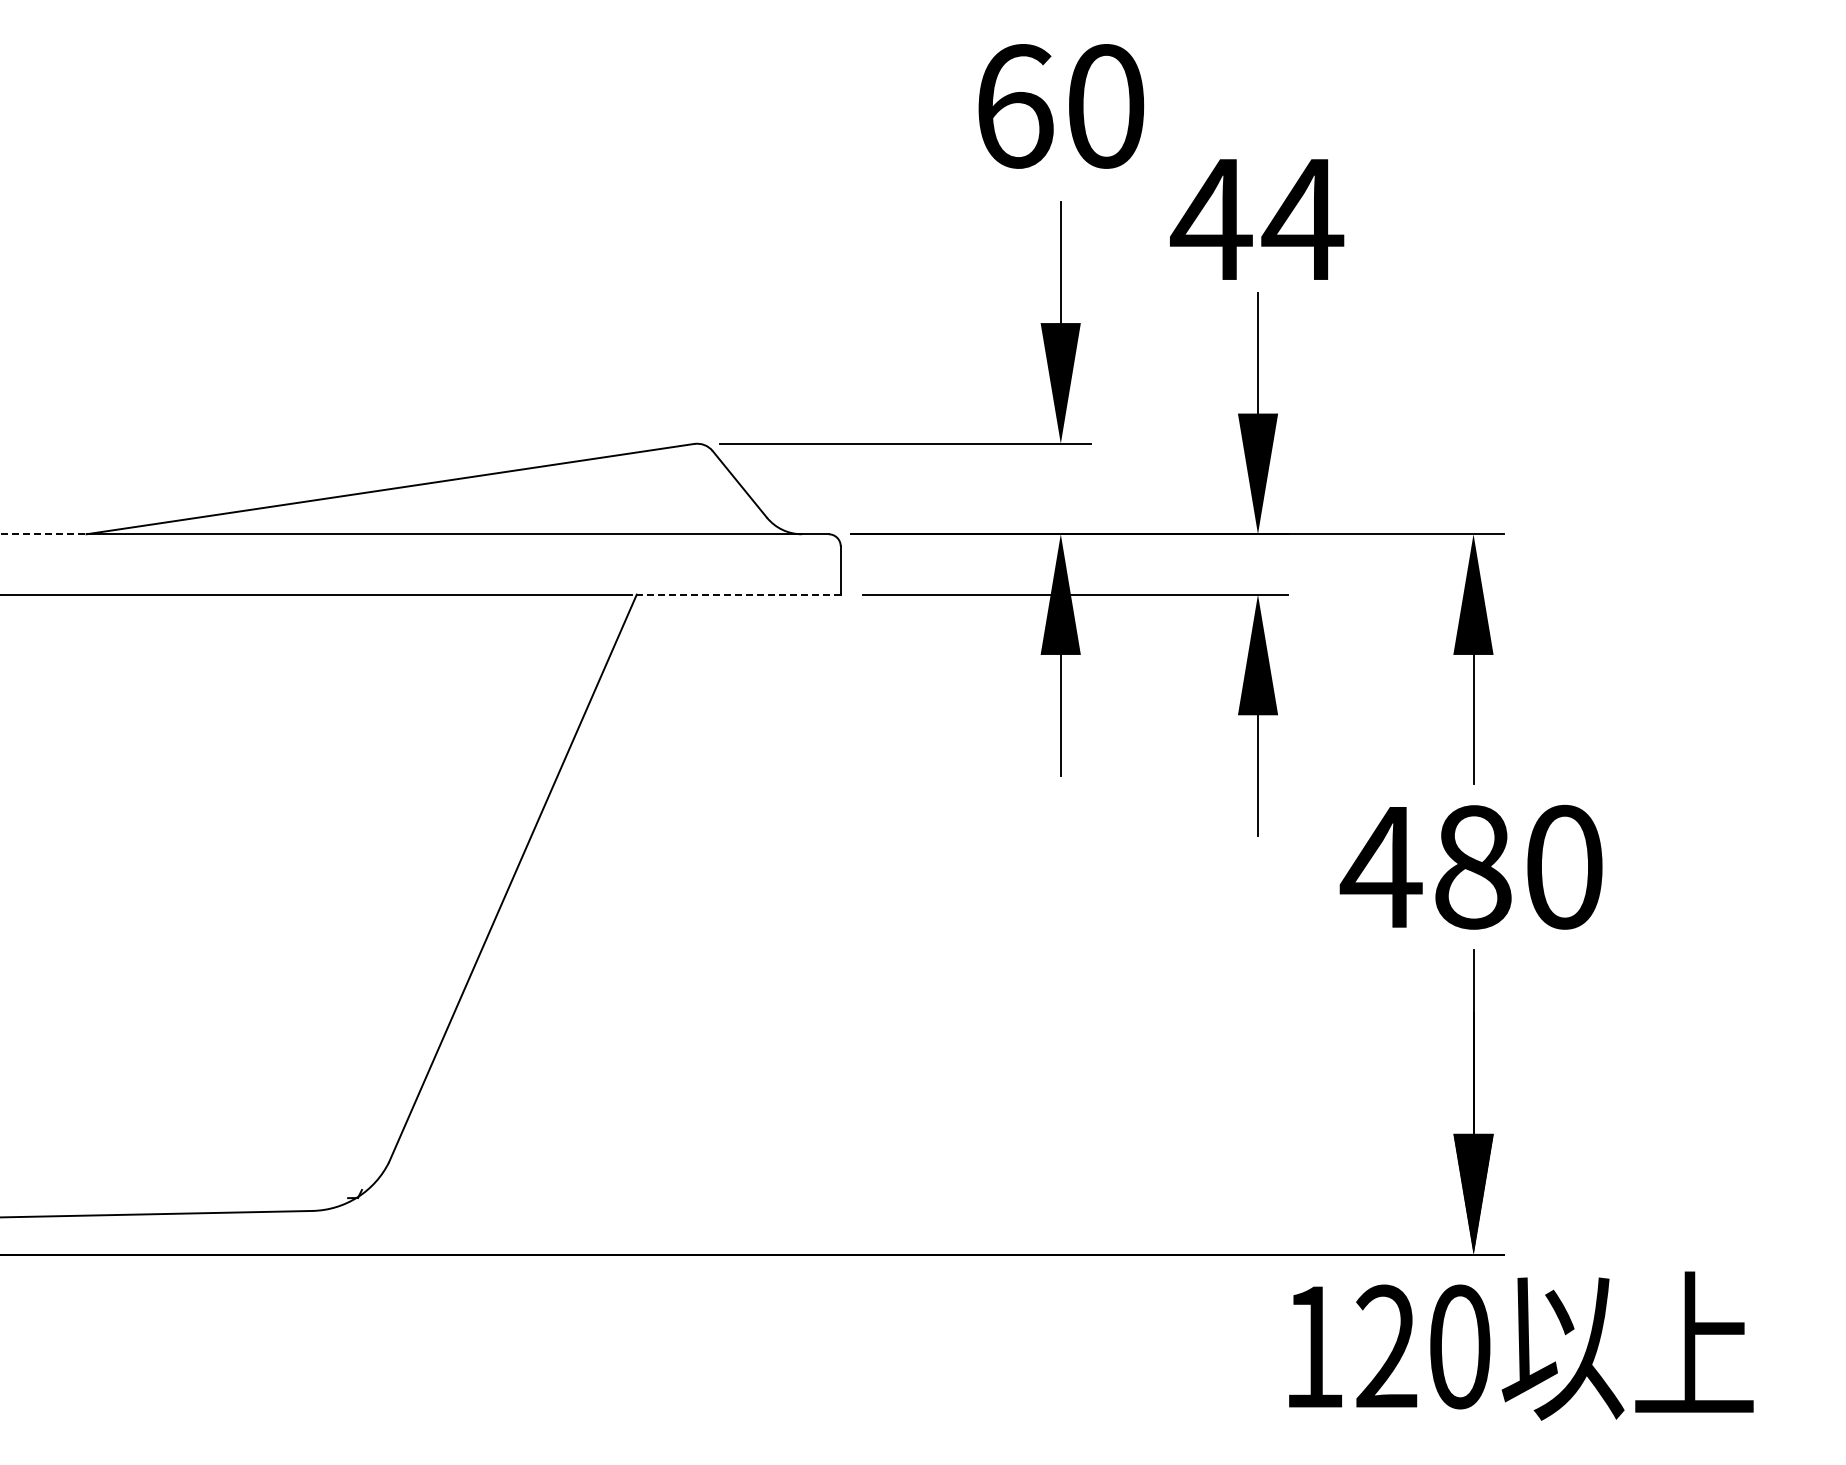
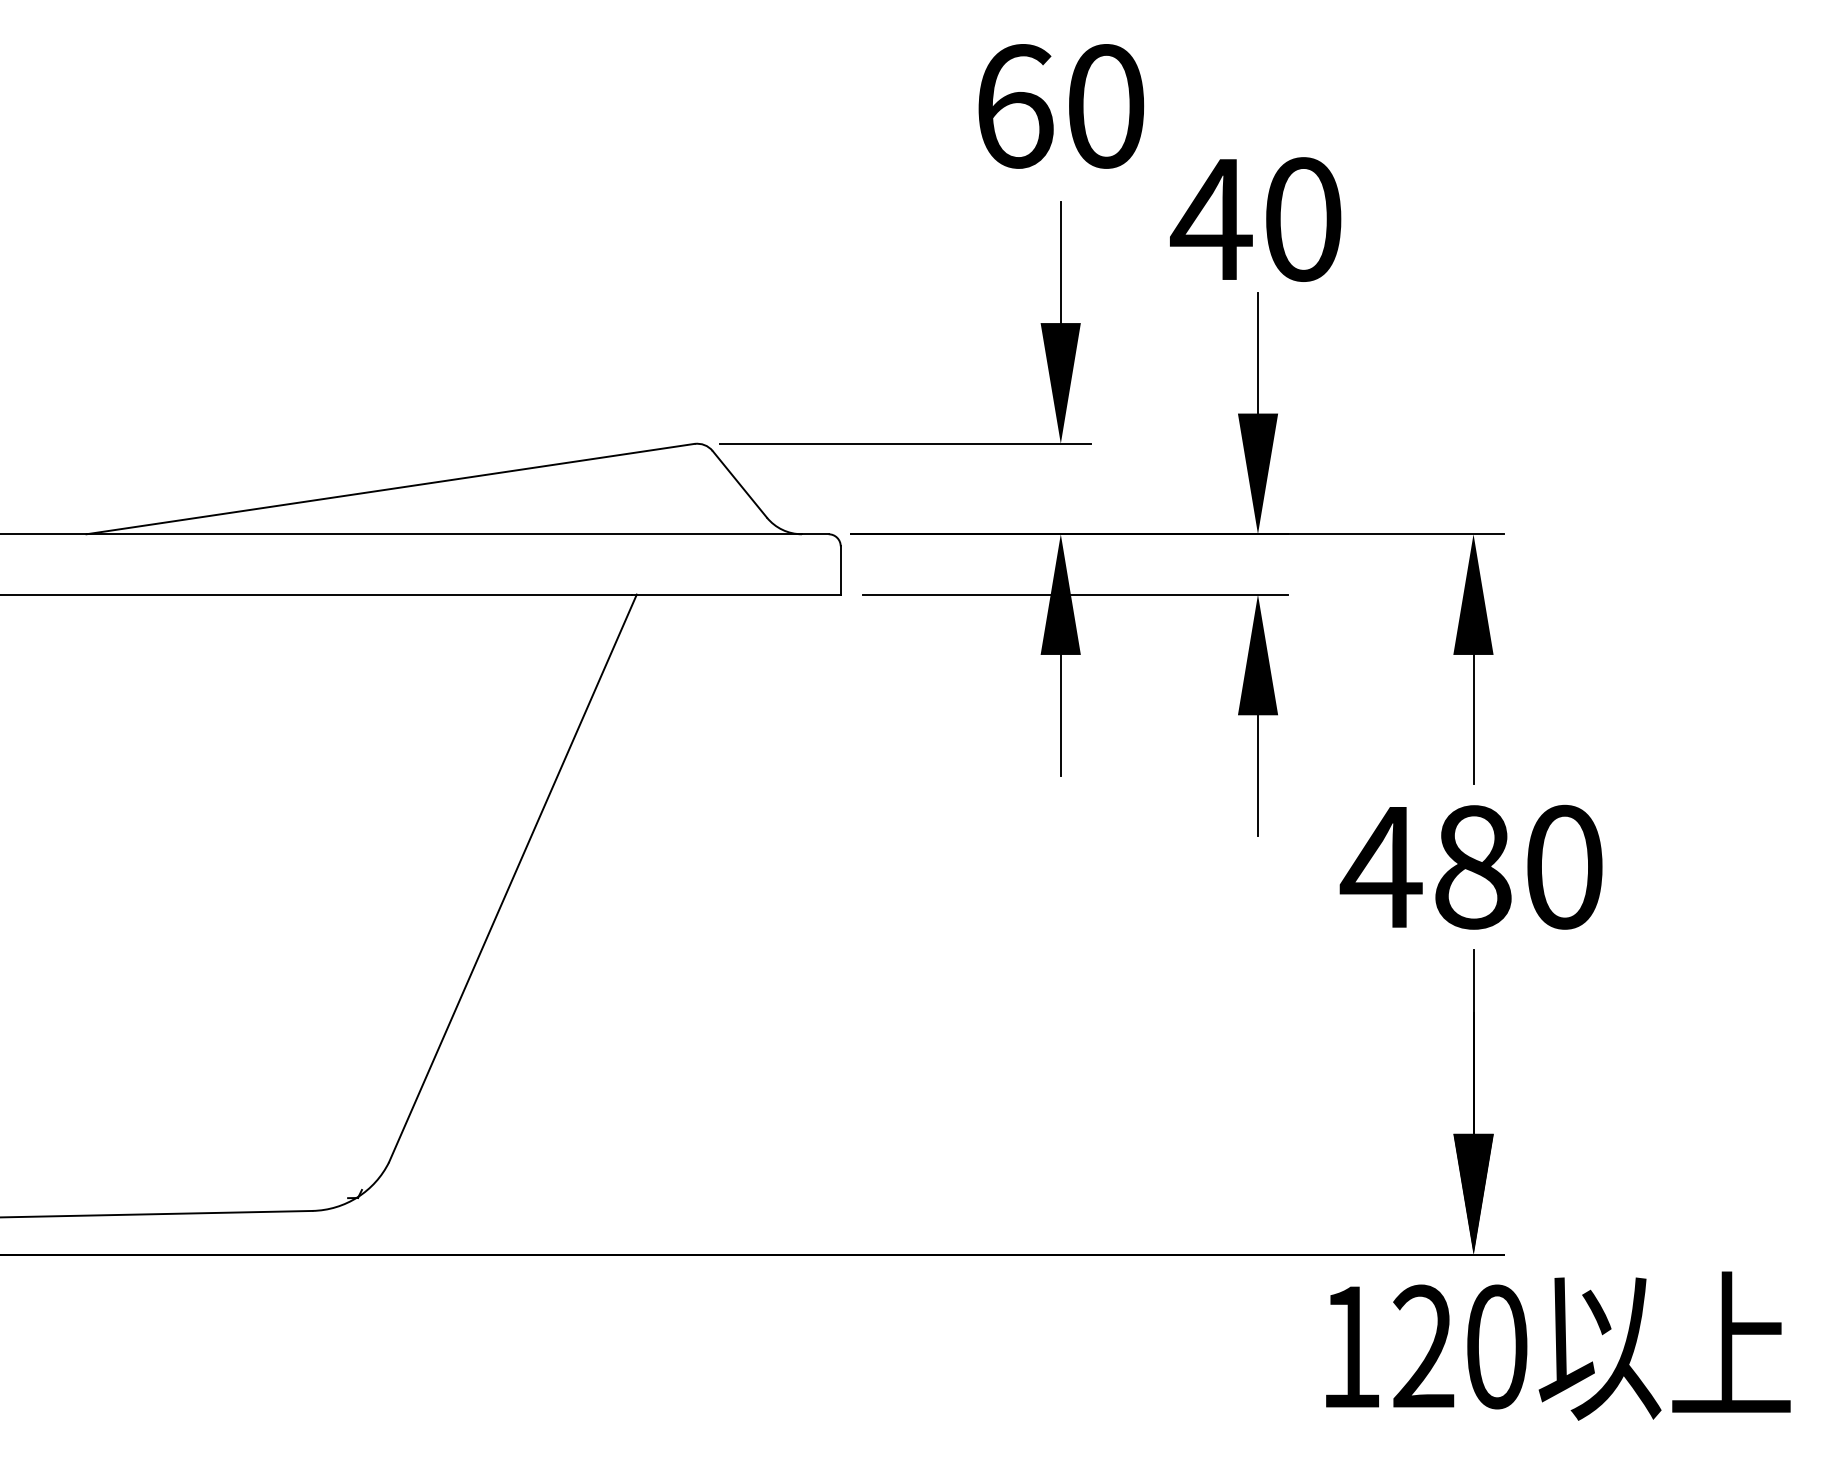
text at (1302, 219): 44 -> 40
line at (43, 534): dashed -> solid
line at (736, 594): dashed -> solid
text at (1521, 1345) position: (1521, 1345) -> (1558, 1345)
